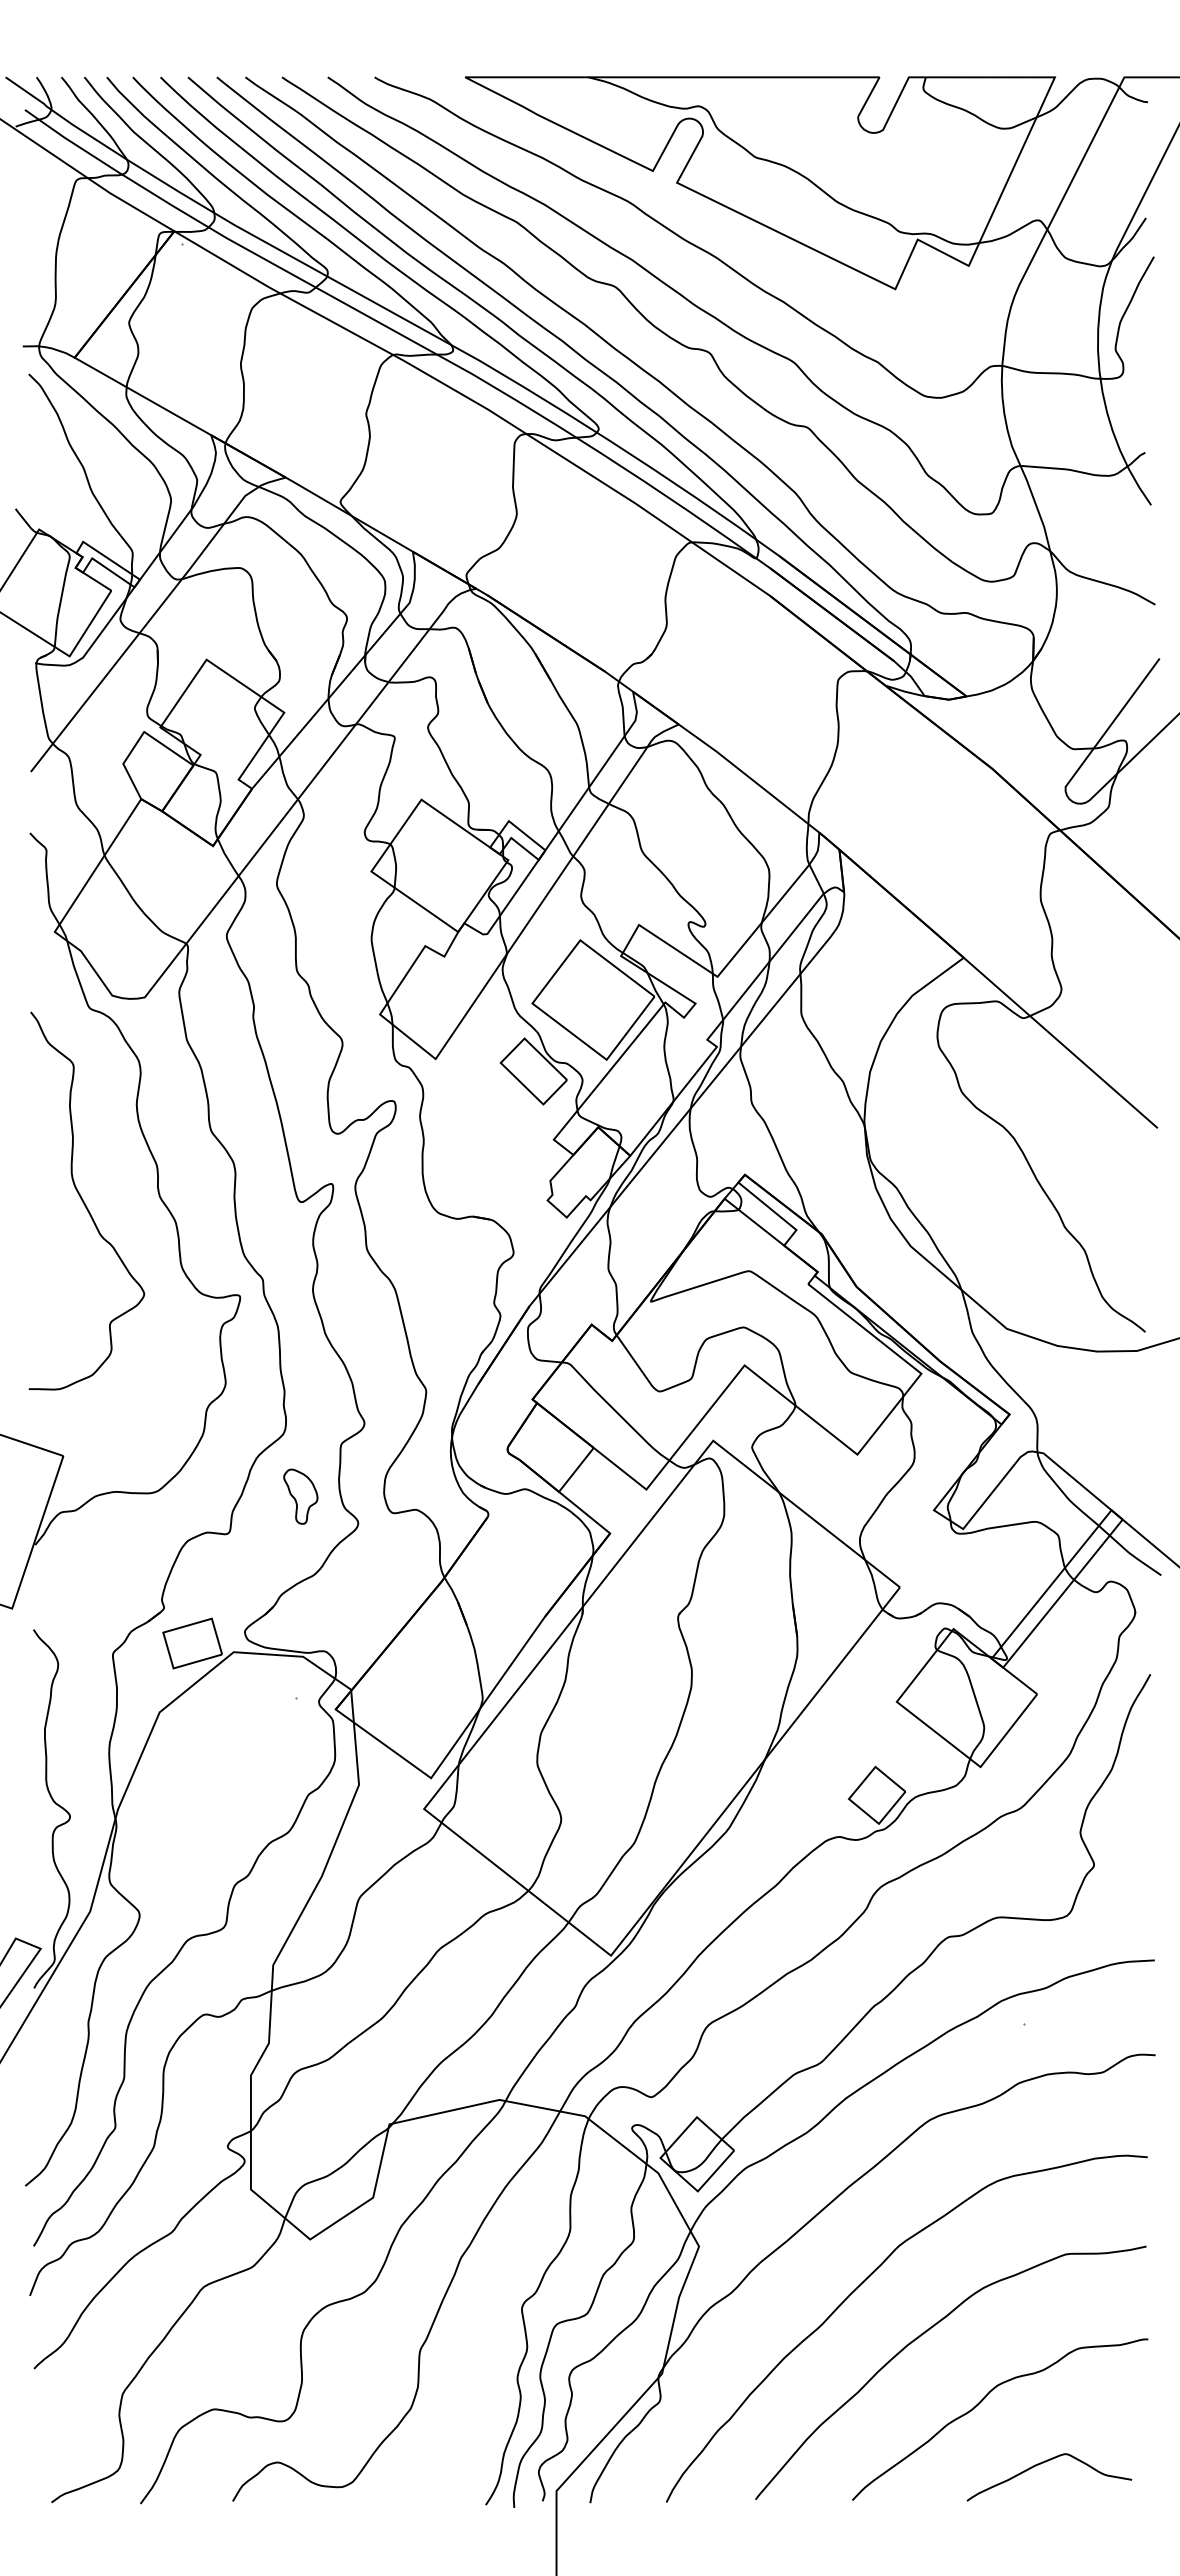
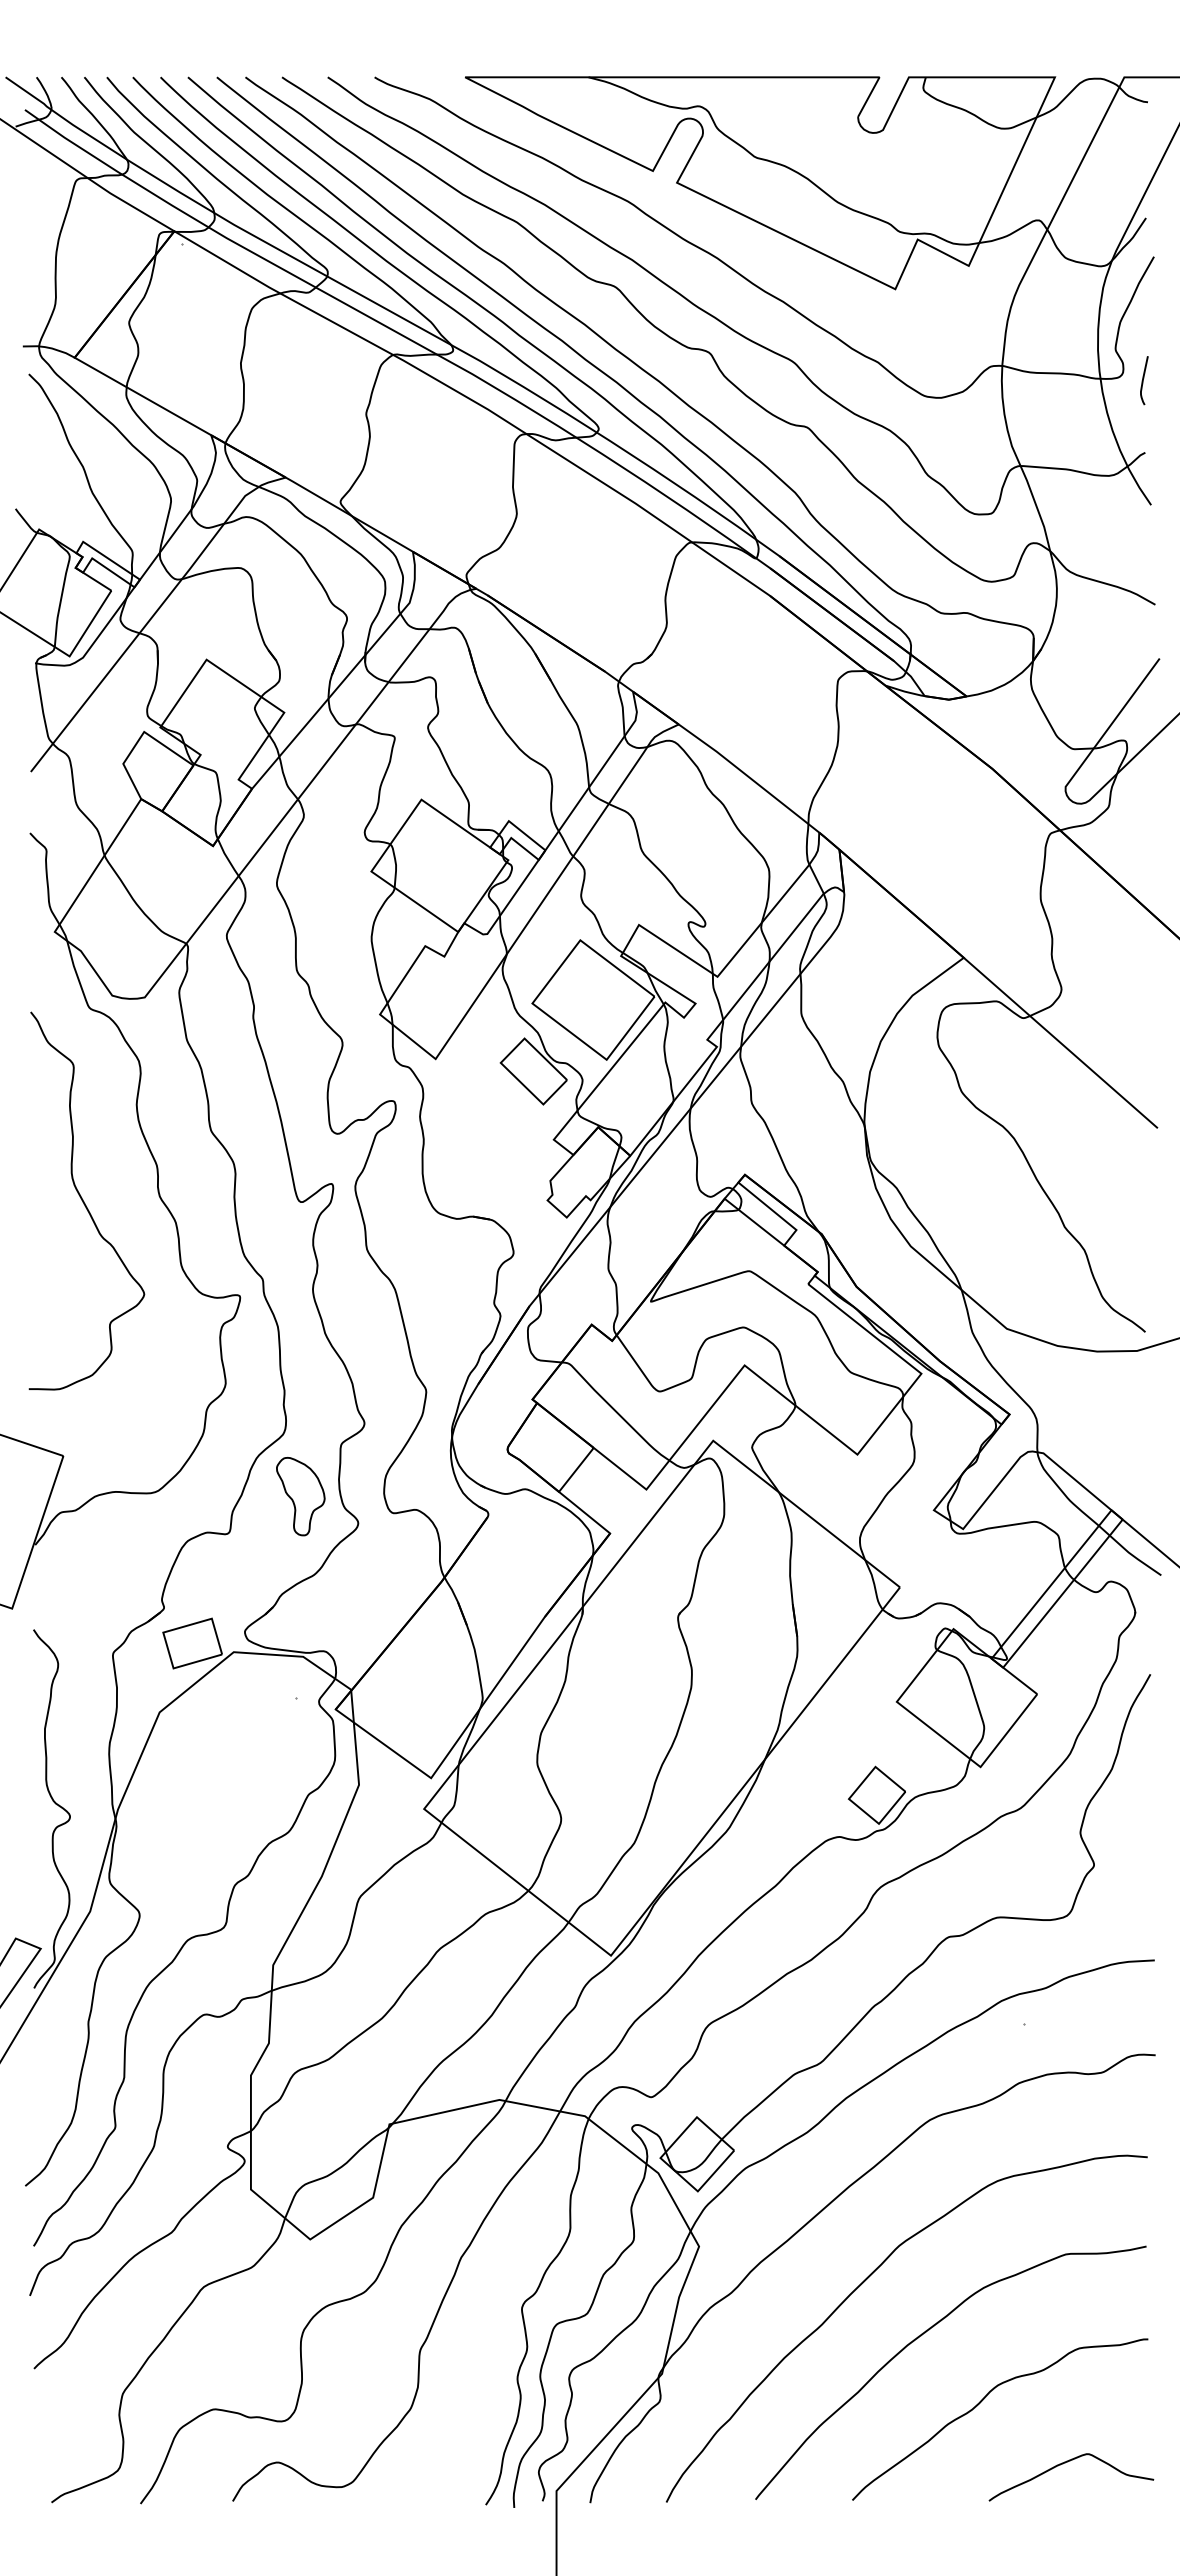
curve at (1143, 380): none -> present
part at (300, 1496) size: 36x57 px -> 50x80 px
curve at (1043, 2463) position: (1043, 2463) -> (1065, 2463)
